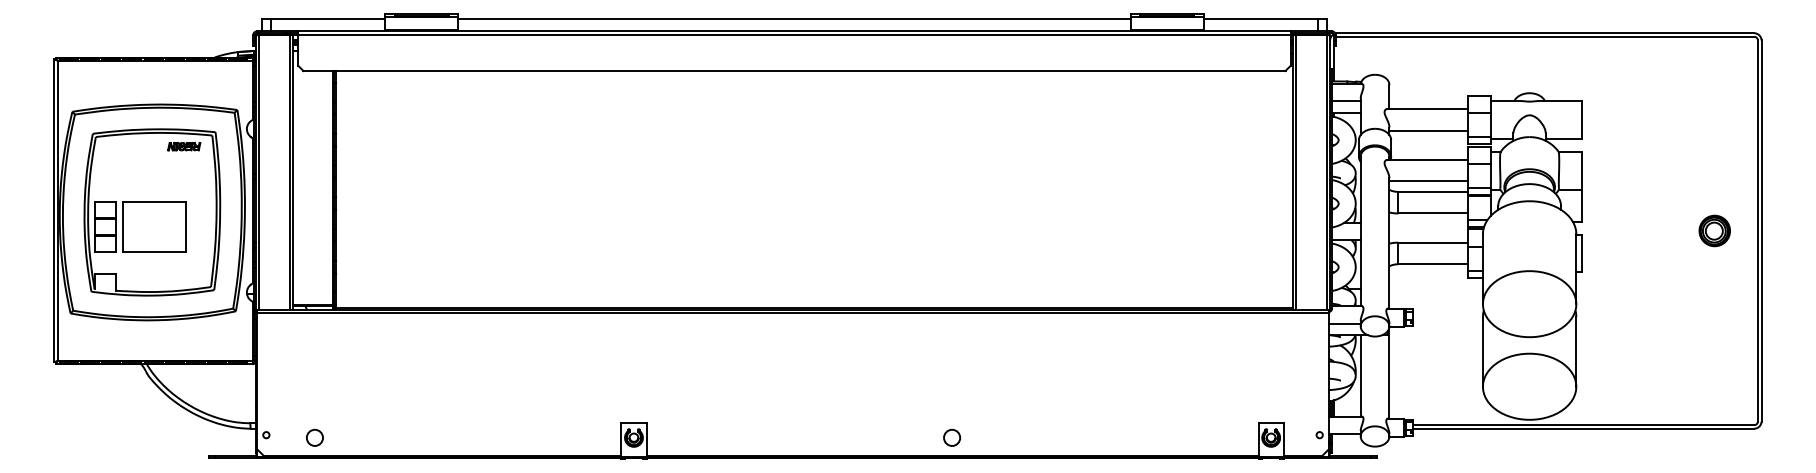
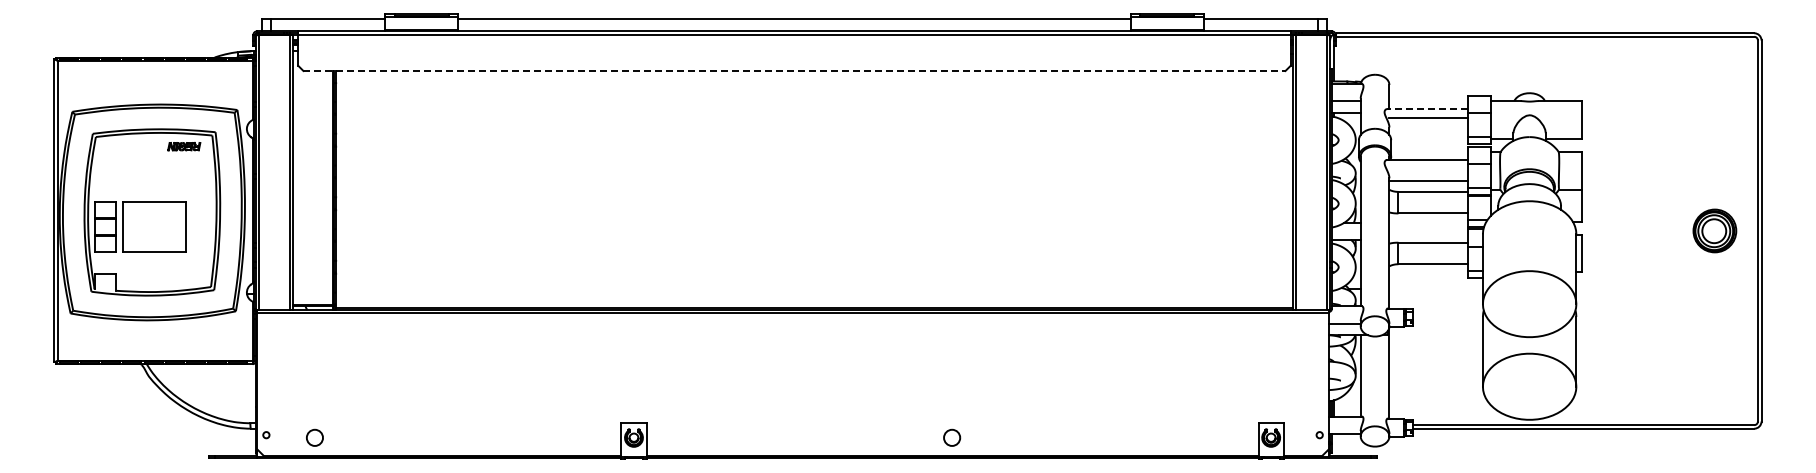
line at (794, 71): solid -> dashed
line at (1426, 109): solid -> dashed
line at (1428, 130) position: (1428, 130) -> (1428, 117)
part at (1714, 230) size: 33x34 px -> 46x46 px
